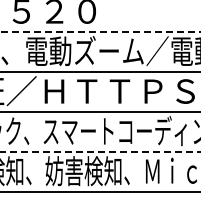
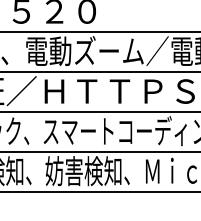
line at (100, 31): dashed -> solid
line at (100, 151): dashed -> solid
